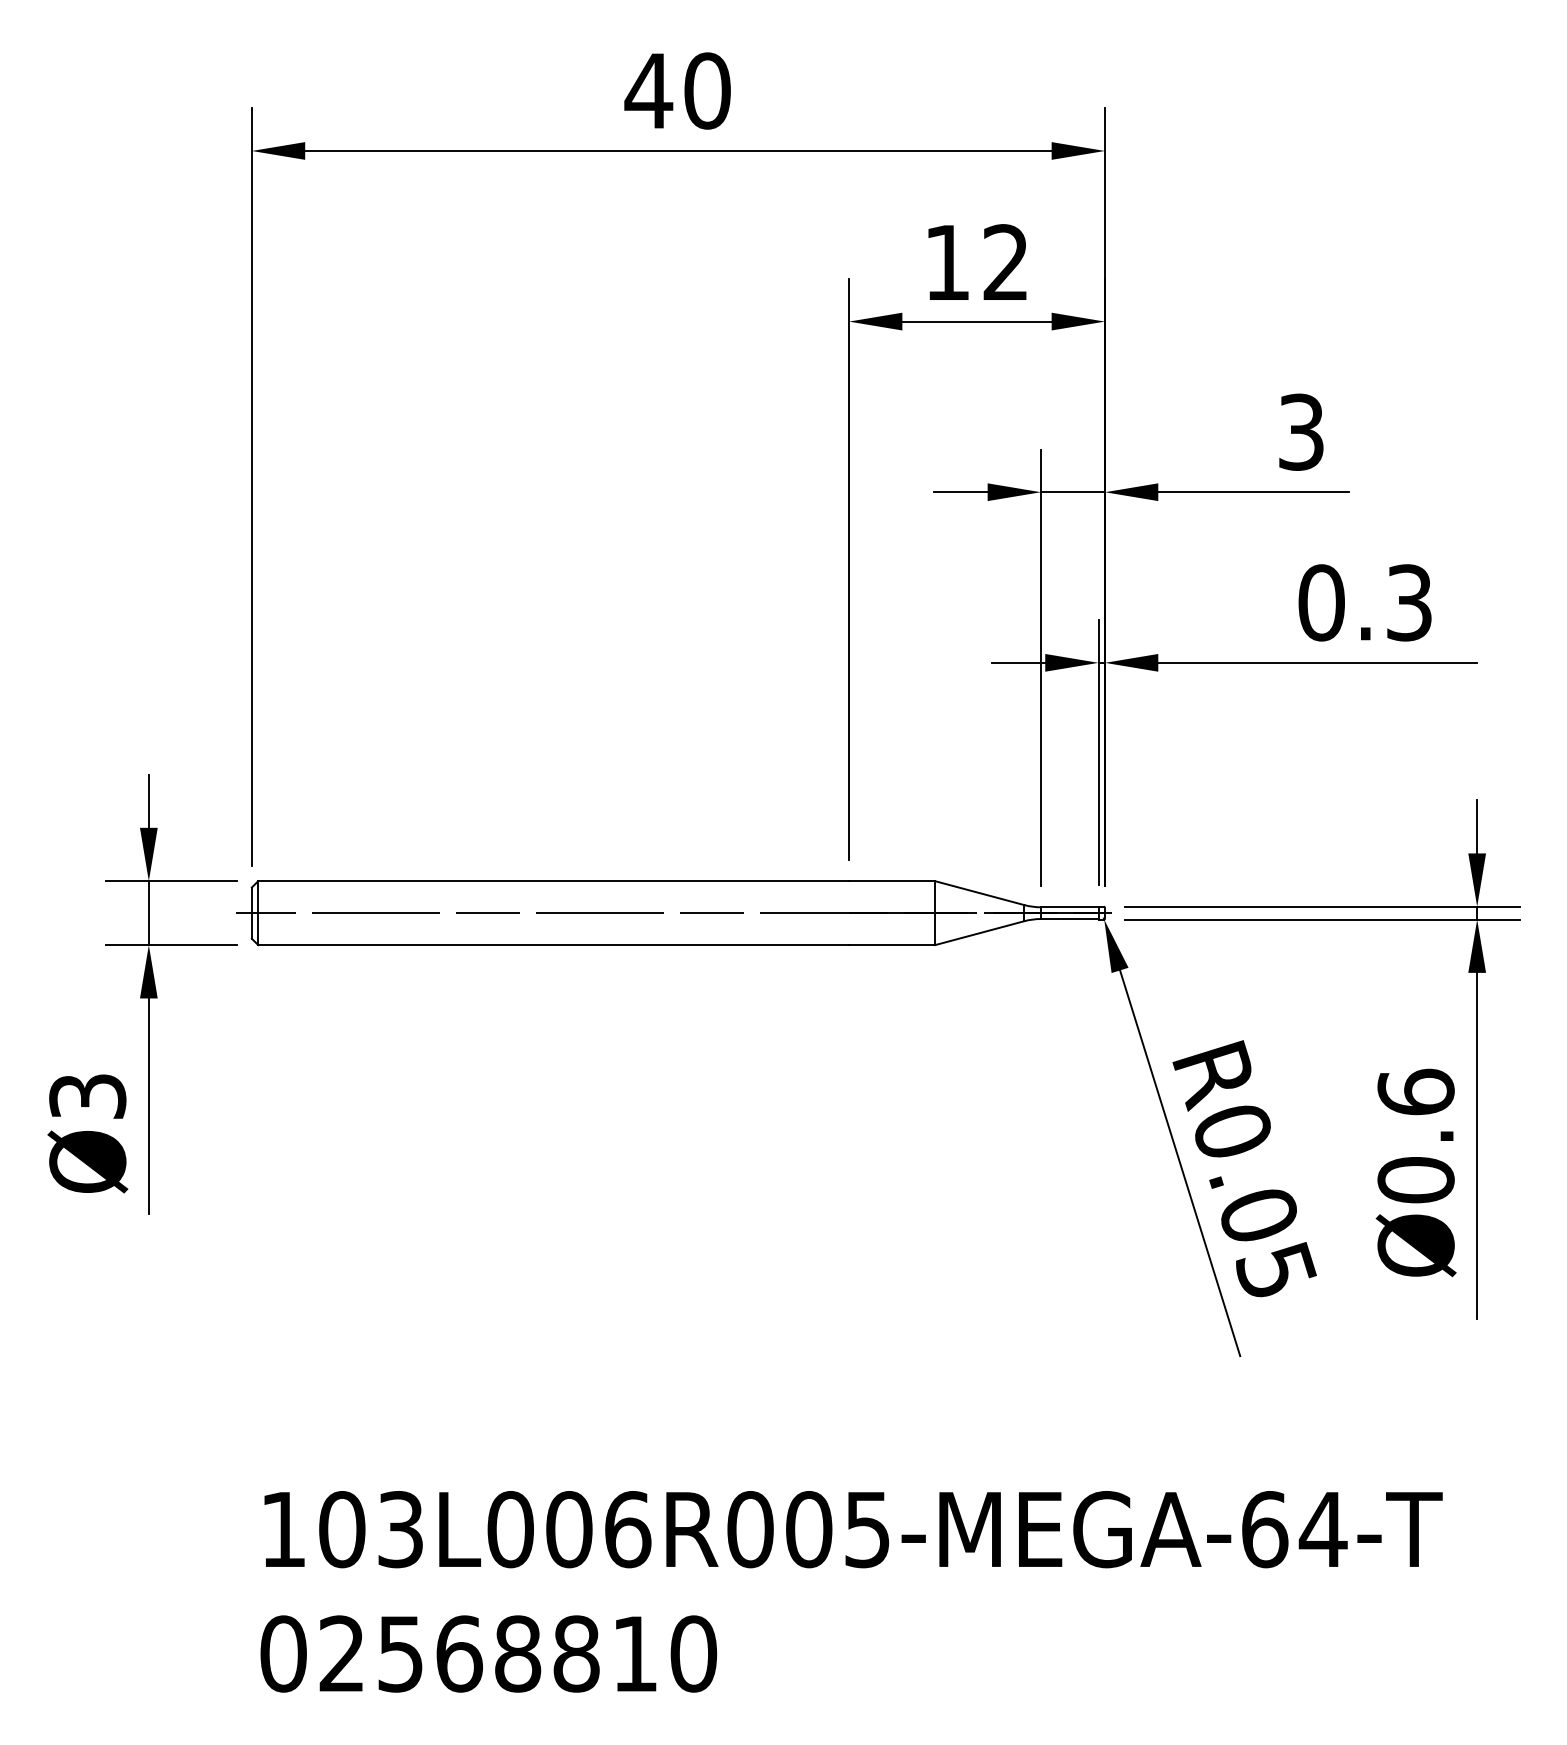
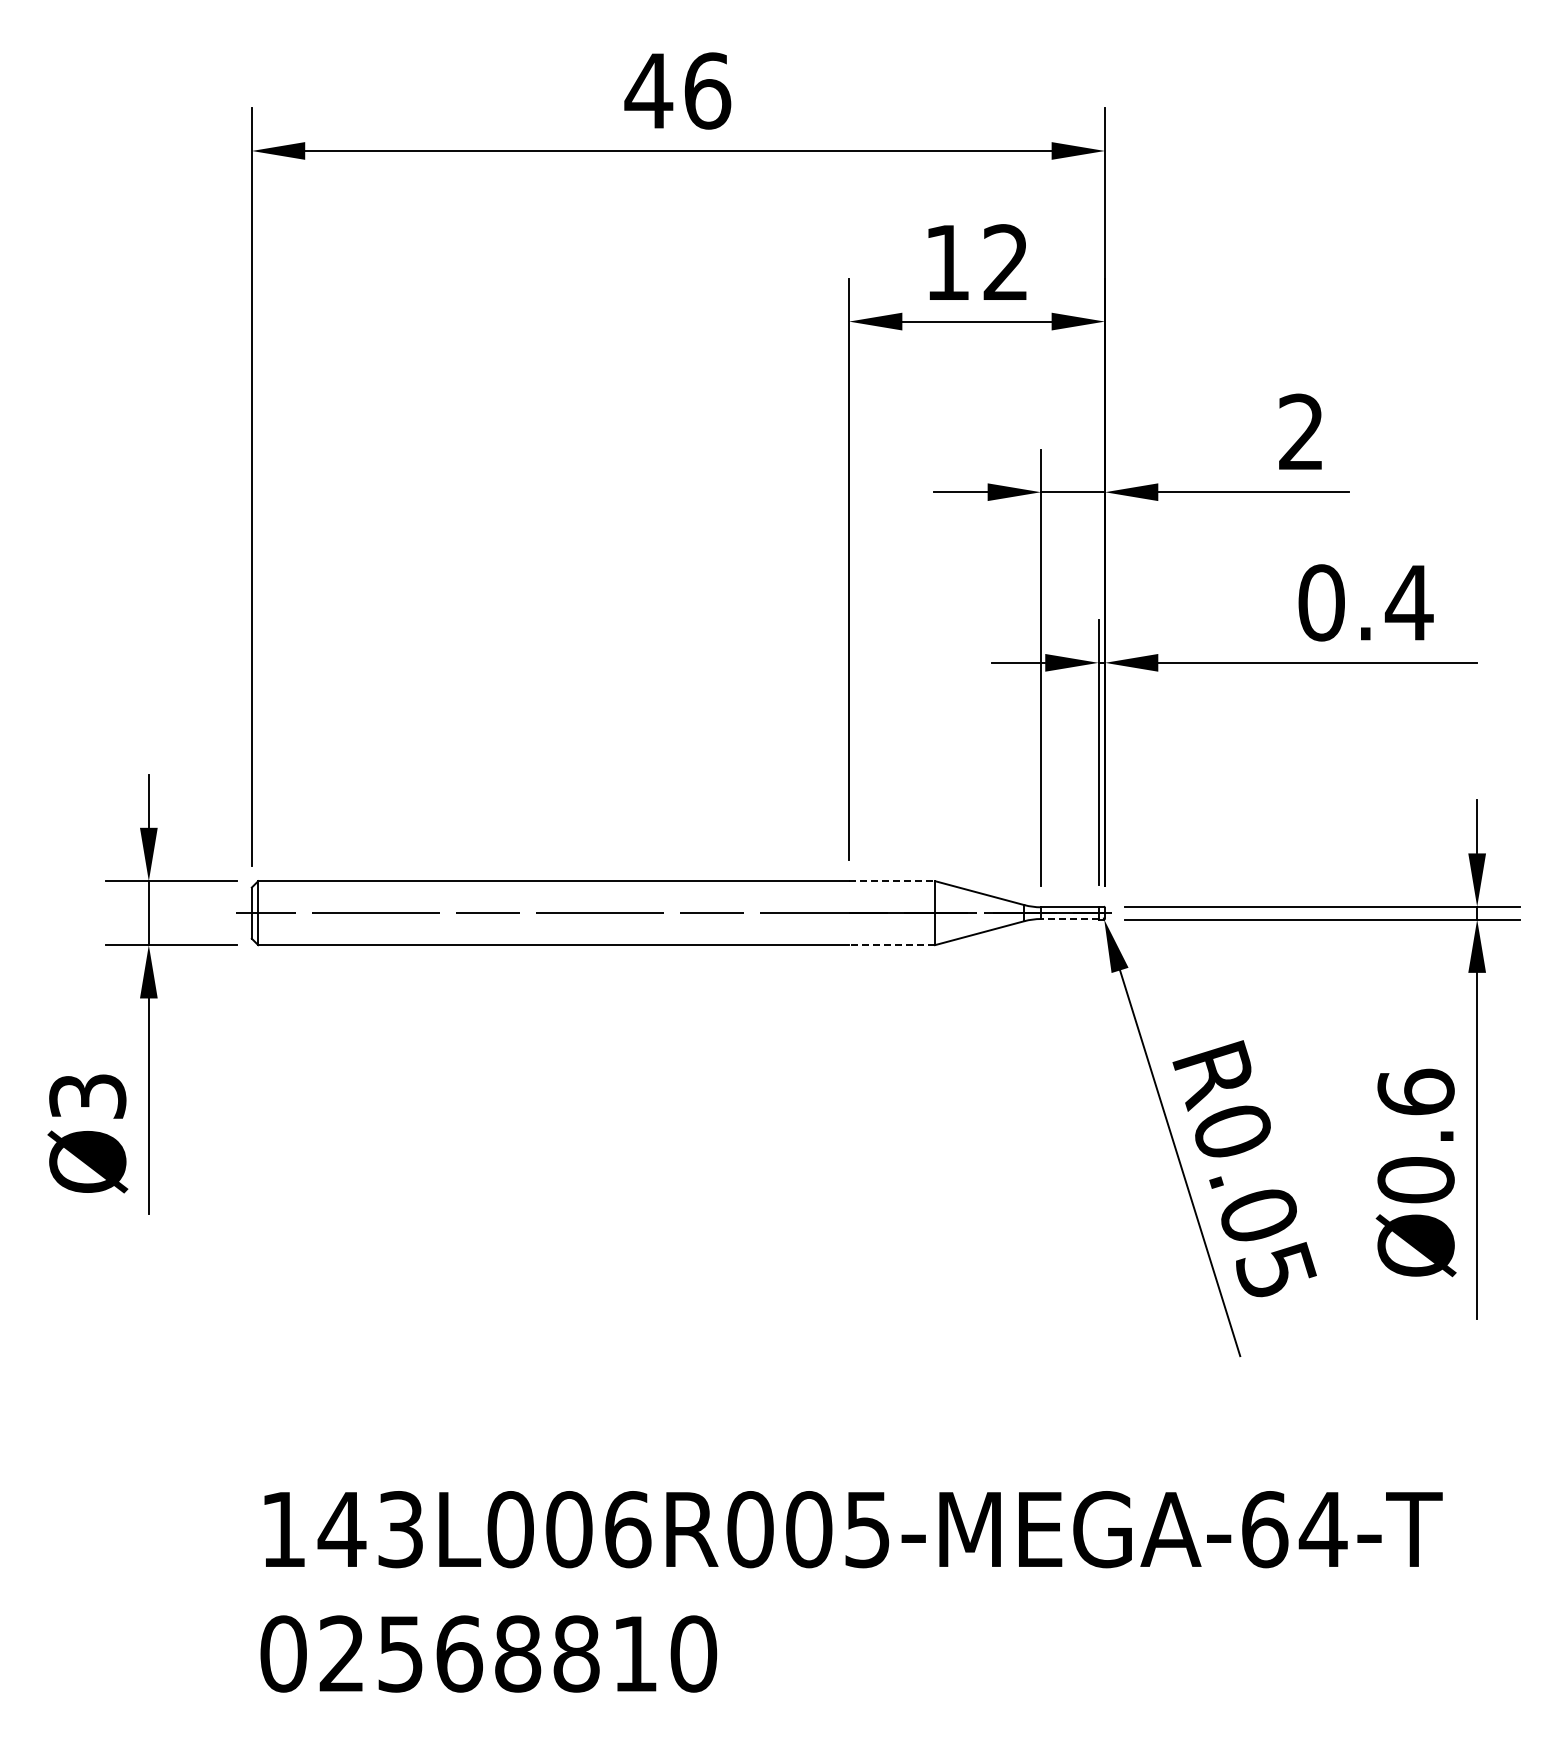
text at (707, 90): 40 -> 46
text at (1301, 431): 3 -> 2
text at (1408, 602): 0.3 -> 0.4
line at (892, 881): solid -> dashed
line at (1069, 919): solid -> dashed
line at (891, 945): solid -> dashed
text at (341, 1529): 103L006R005-MEGA-64-T -> 143L006R005-MEGA-64-T
